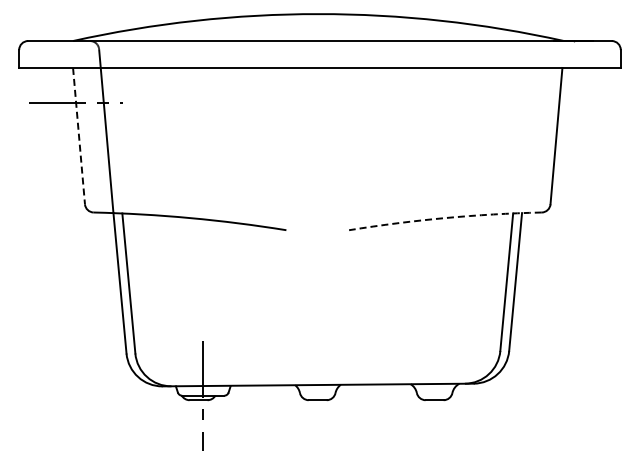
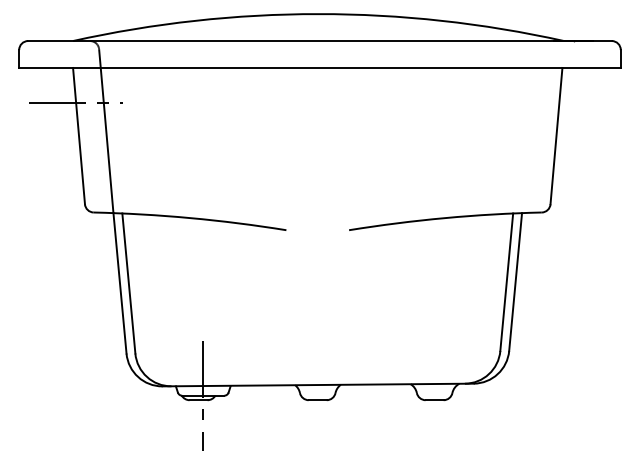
line at (79, 136): dashed -> solid
arc at (445, 218): dashed -> solid
